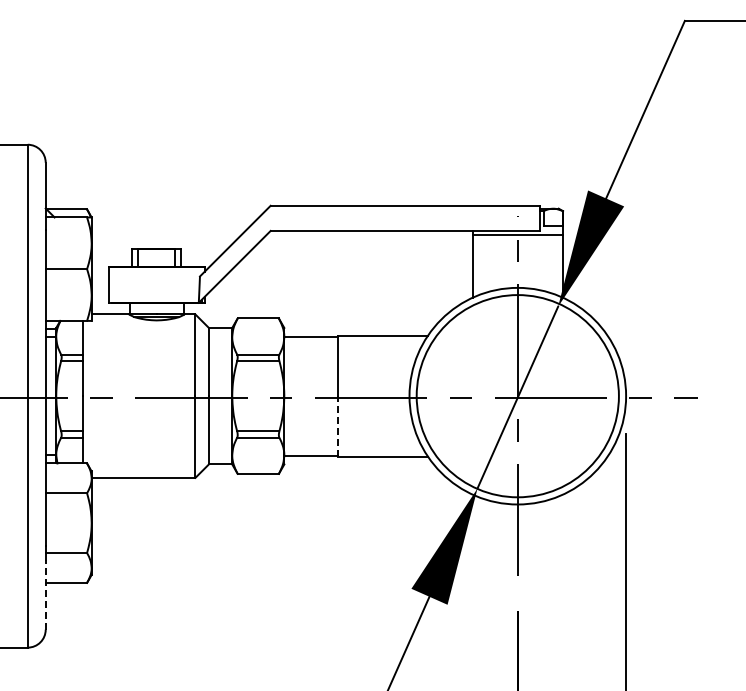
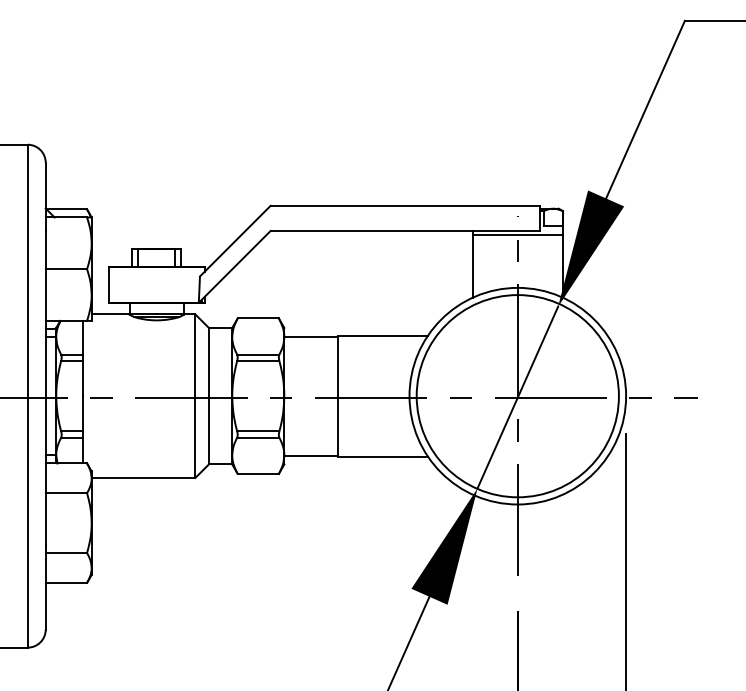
line at (338, 425): dashed -> solid
line at (45, 595): dashed -> solid
